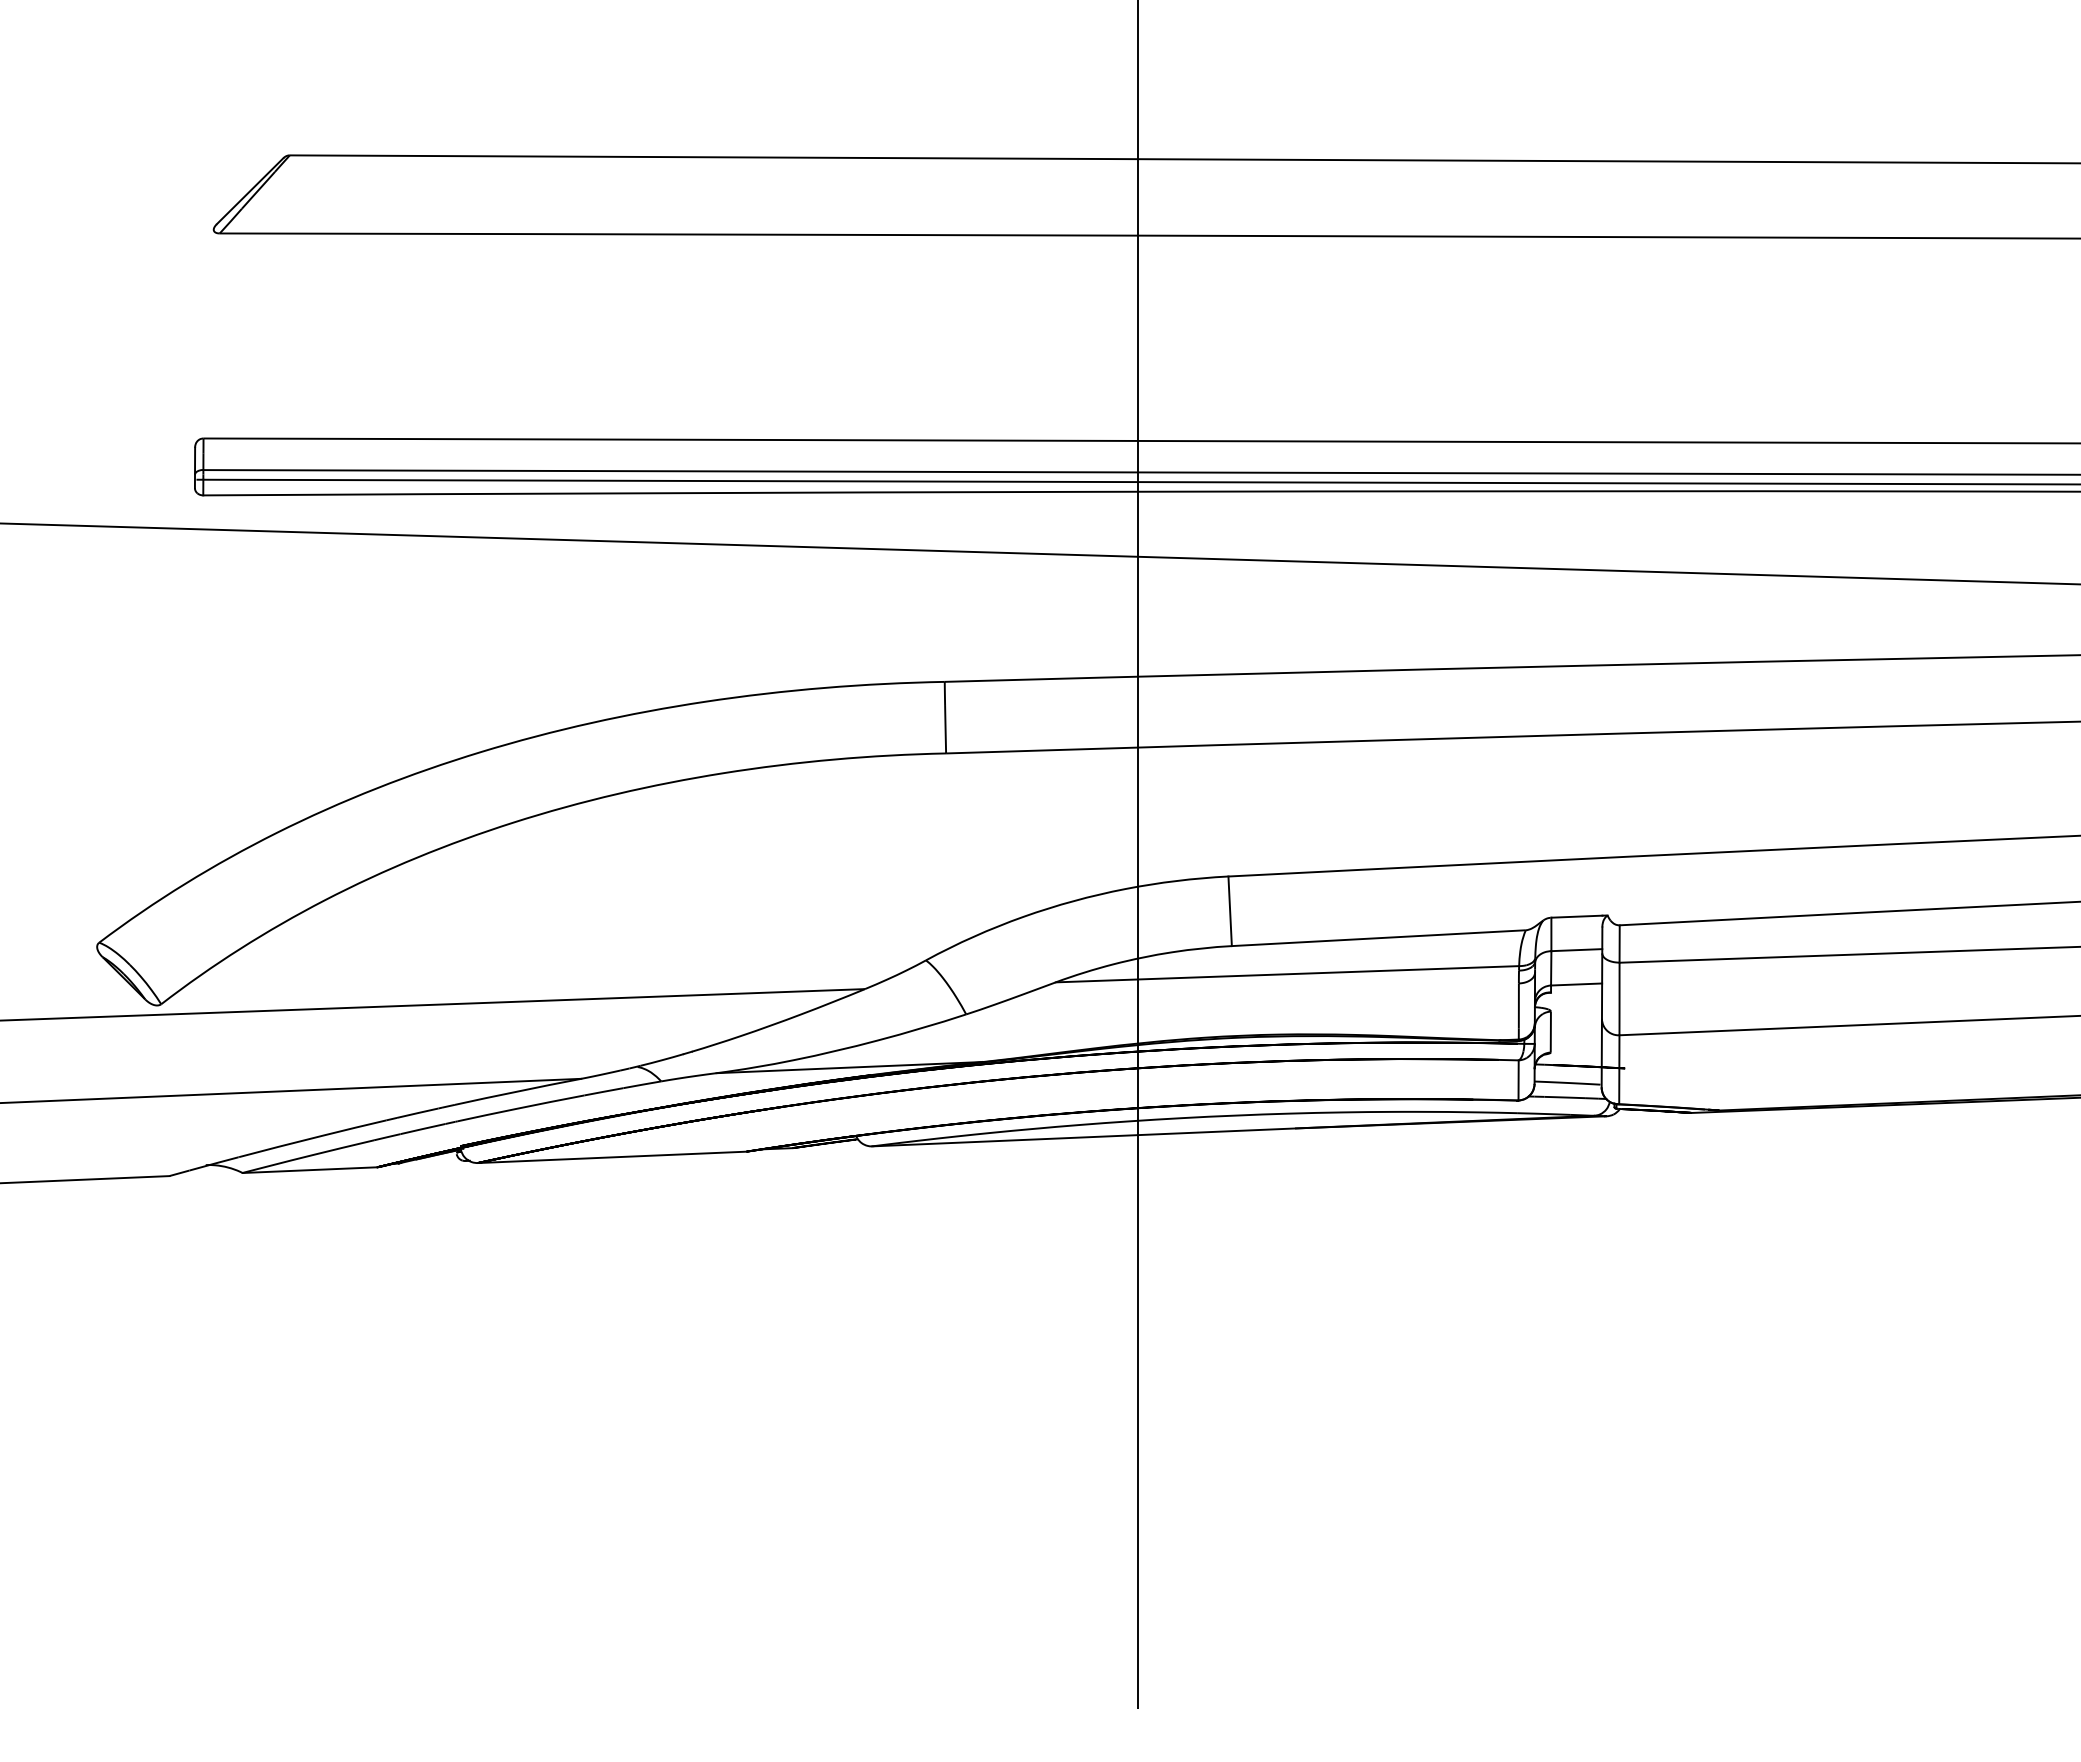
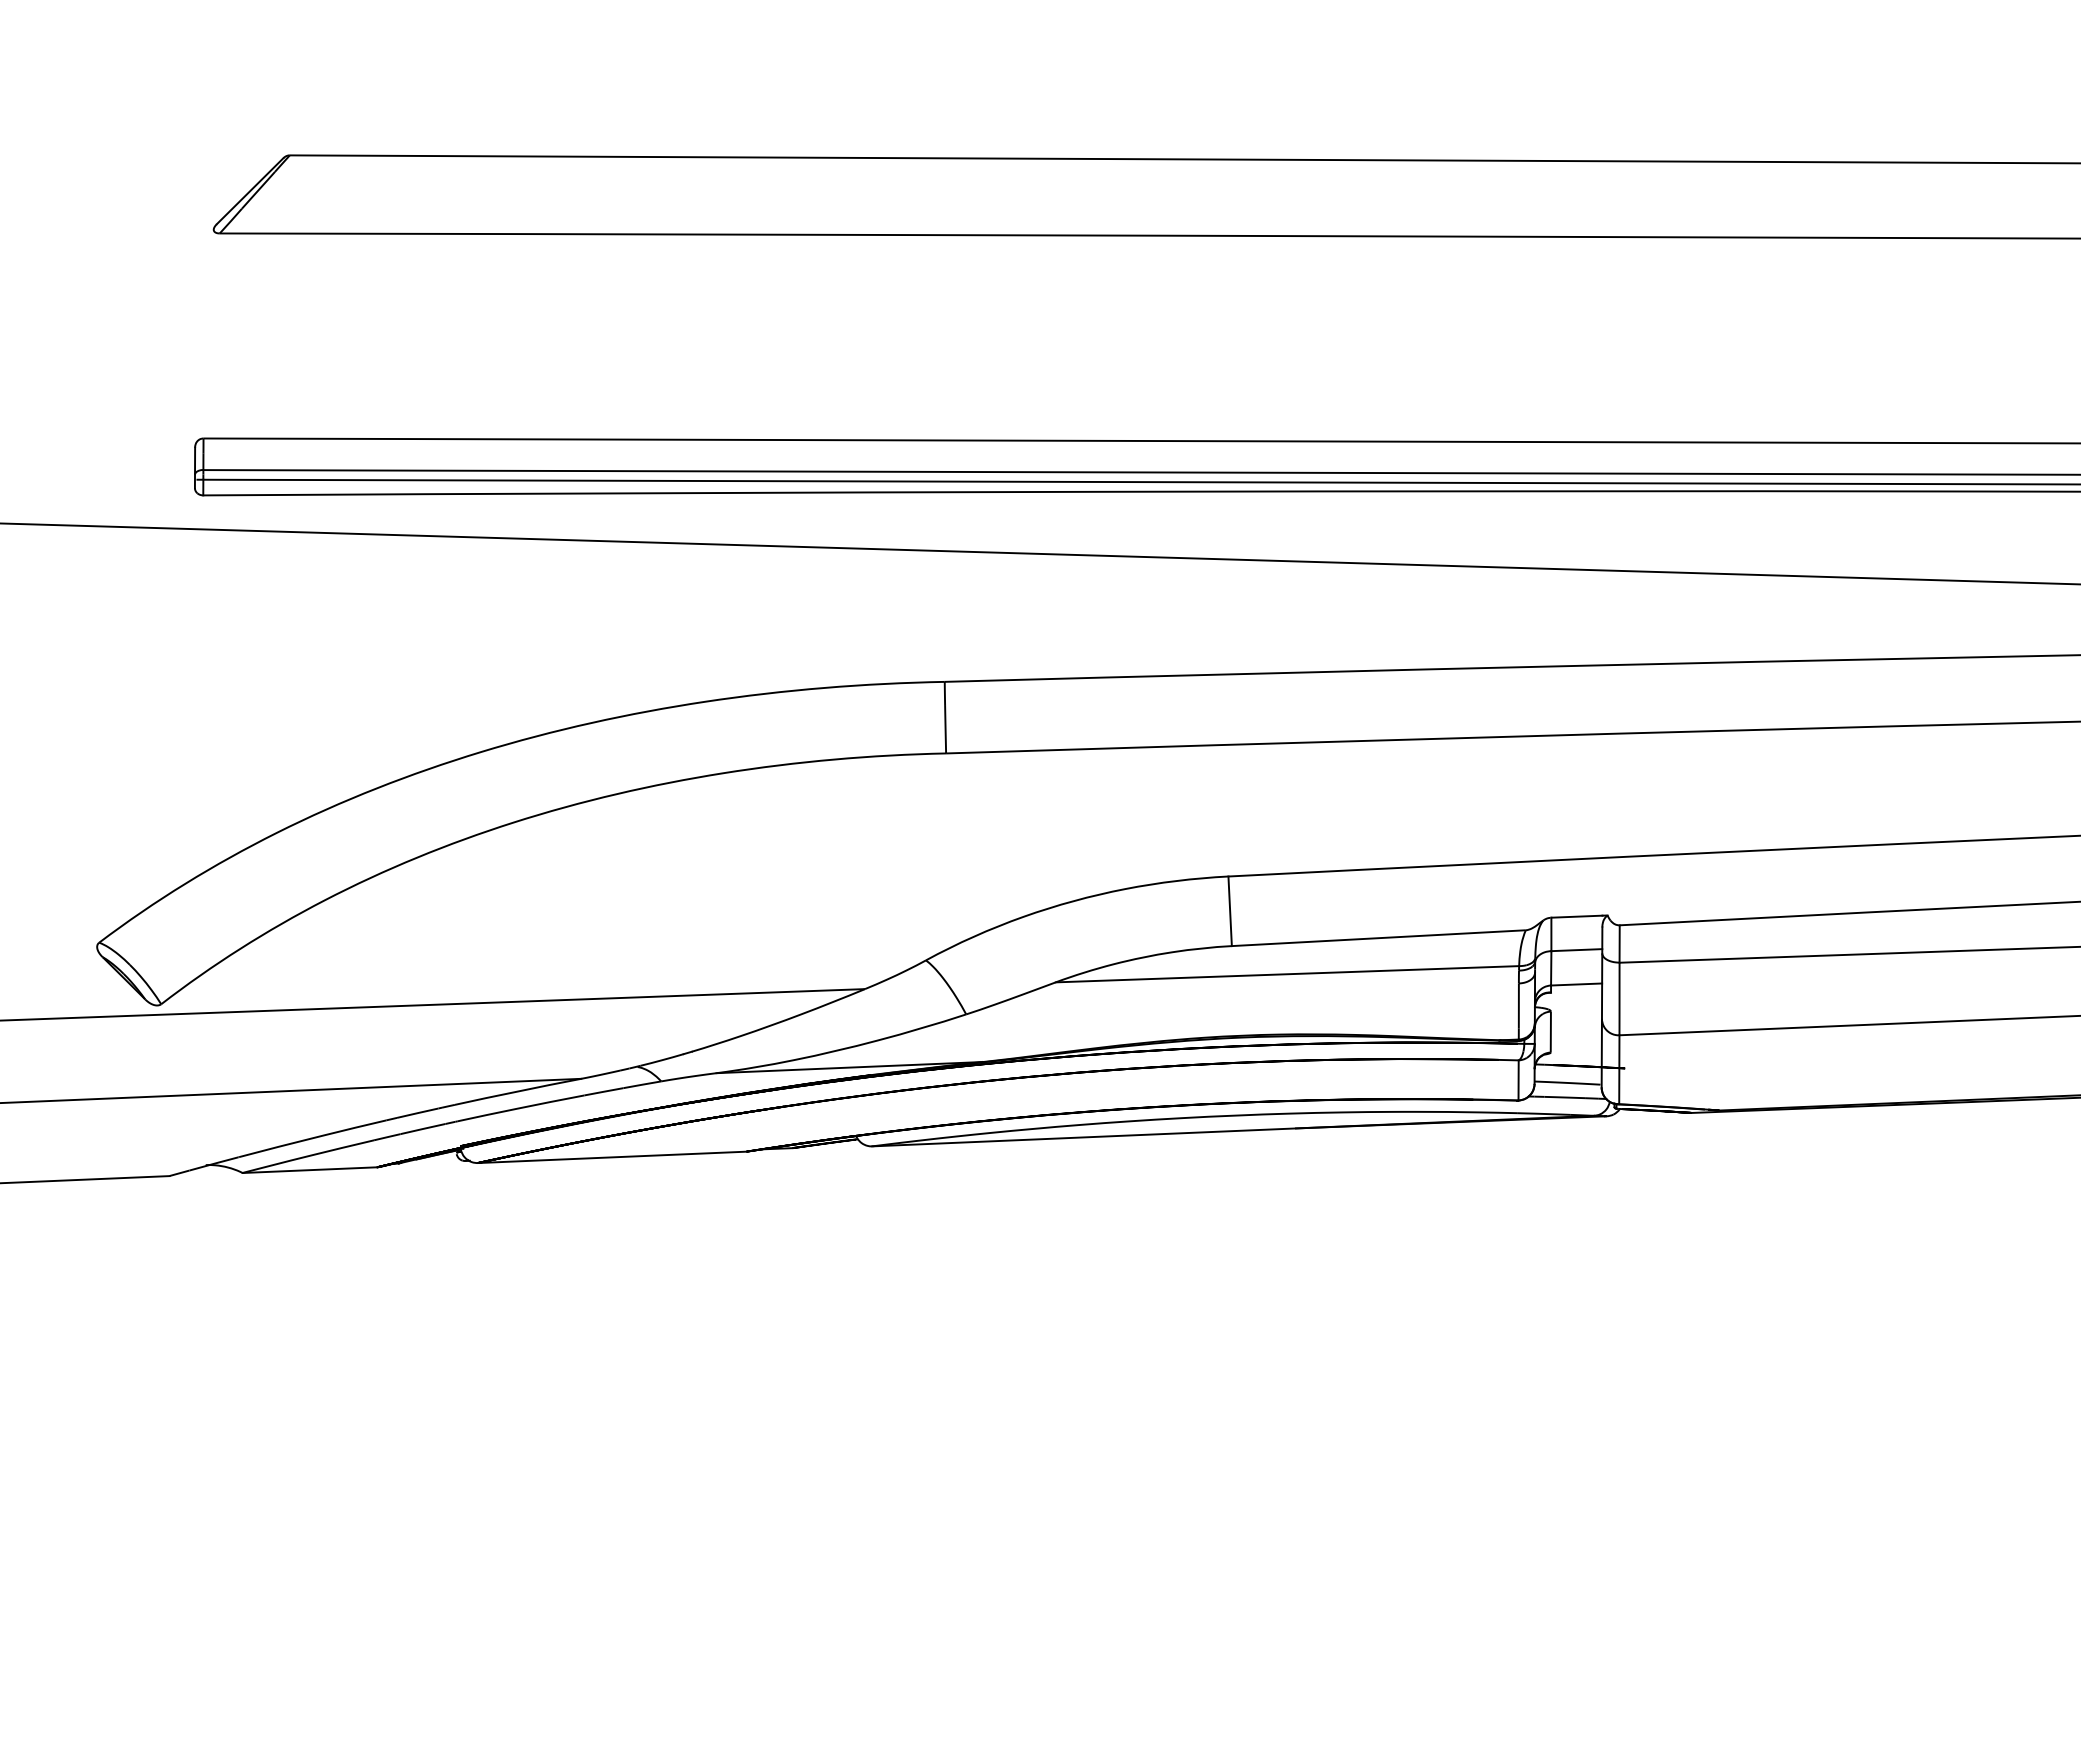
line at (1137, 855): present -> none
